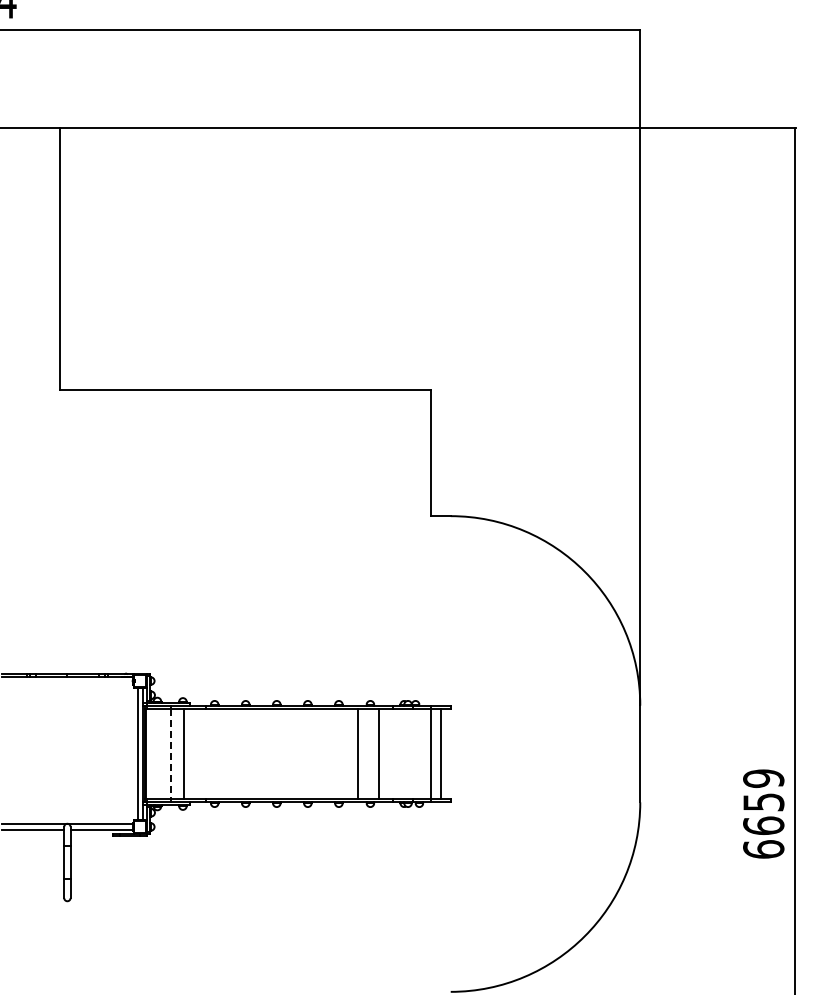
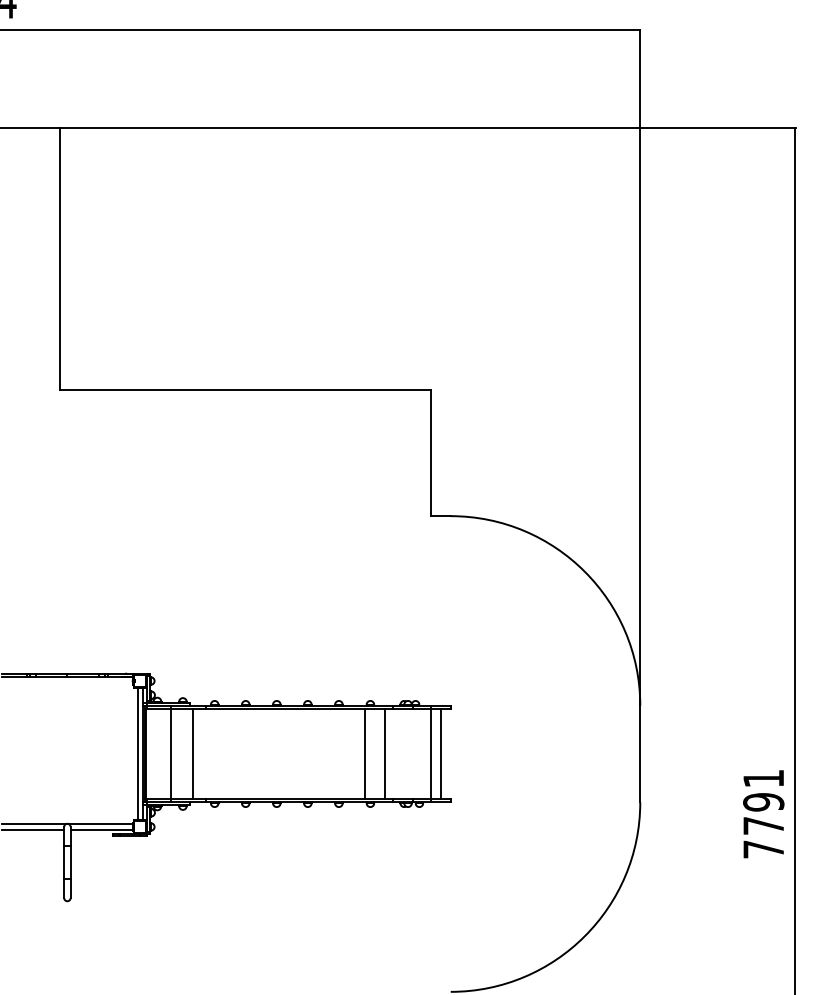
line at (183, 753) position: (183, 753) -> (192, 753)
line at (357, 753) position: (357, 753) -> (364, 753)
line at (378, 753) position: (378, 753) -> (384, 753)
line at (171, 754): dashed -> solid
text at (763, 813): 6659 -> 7791
